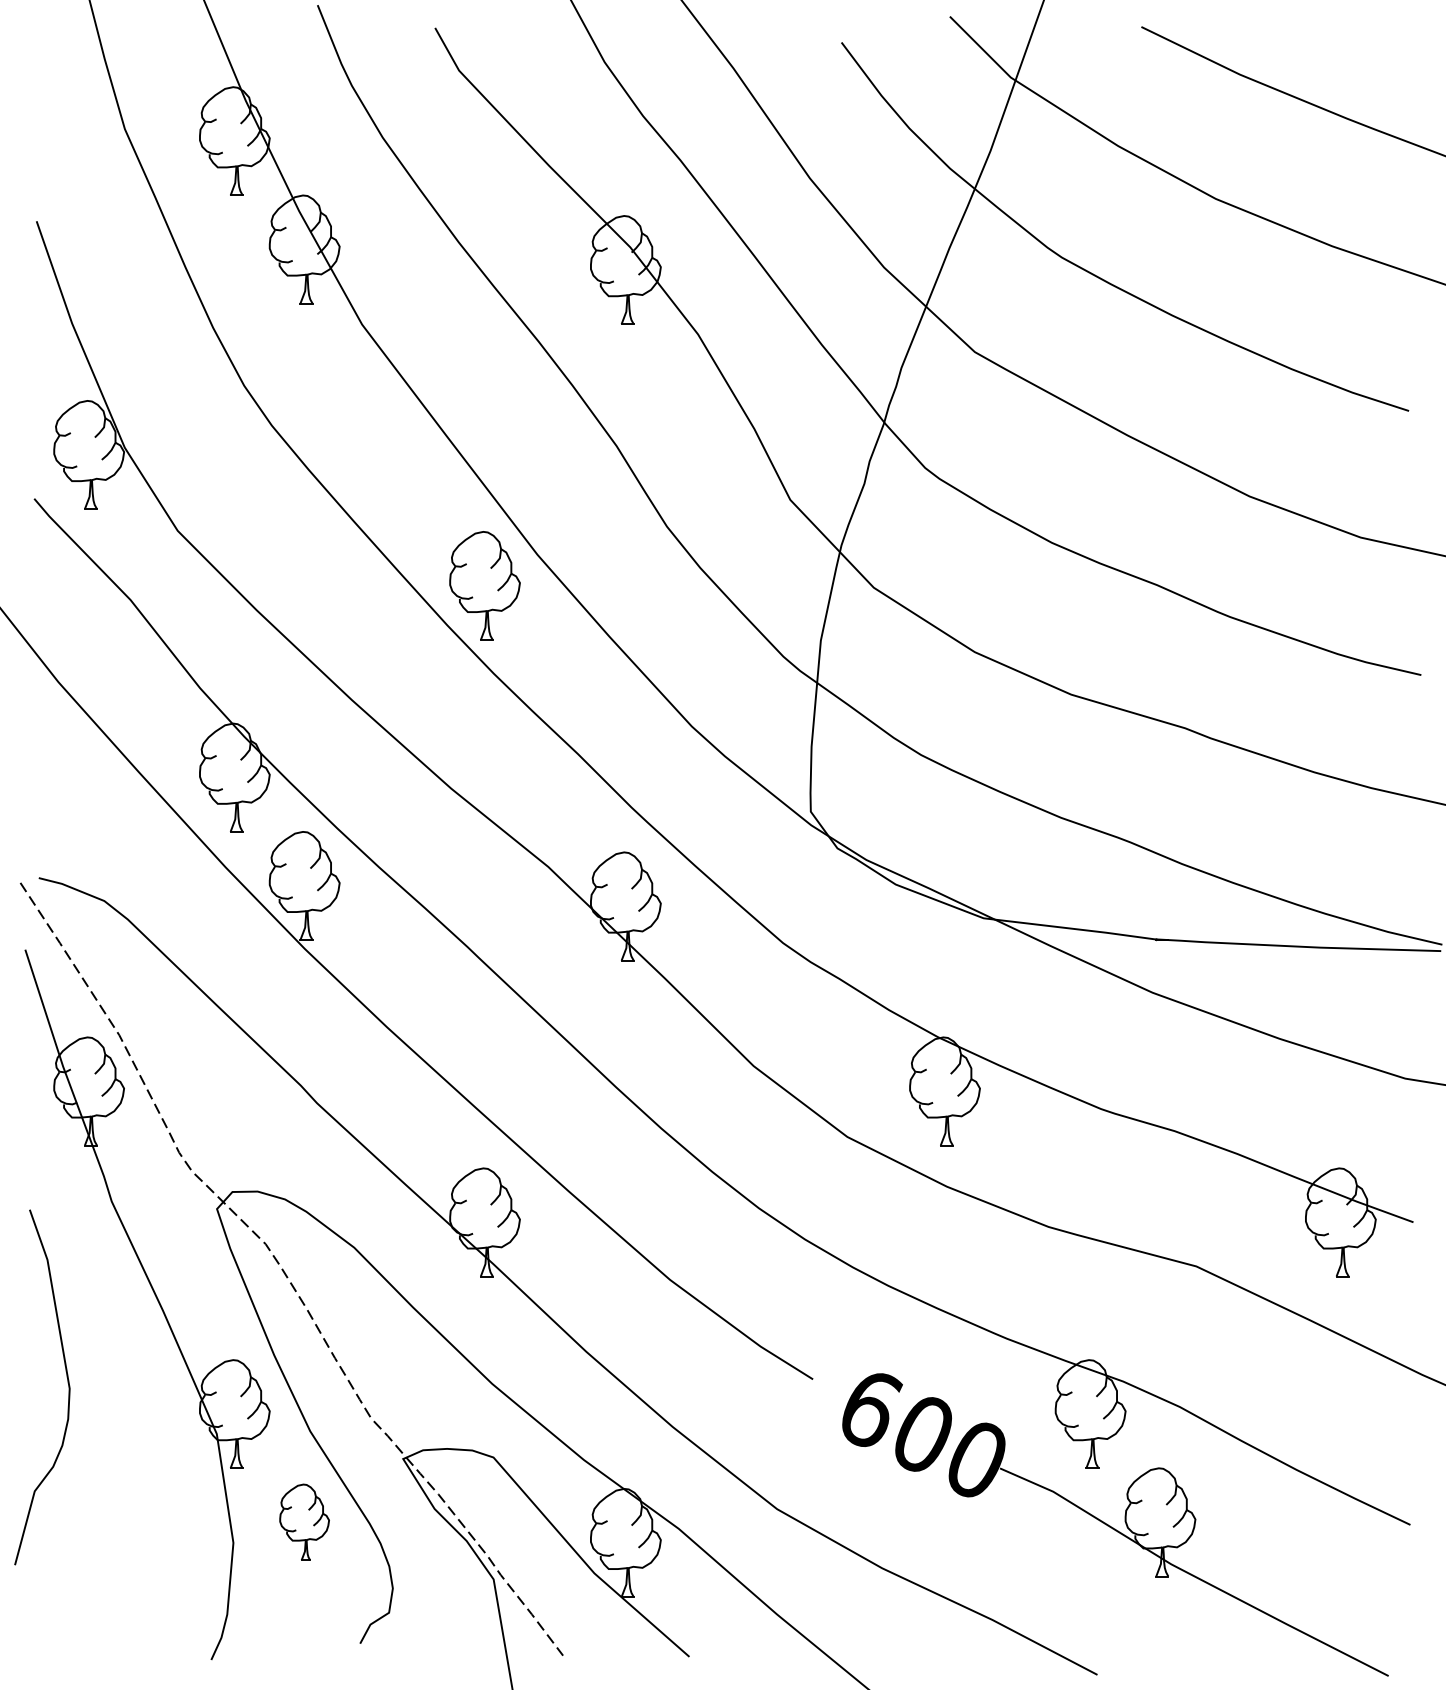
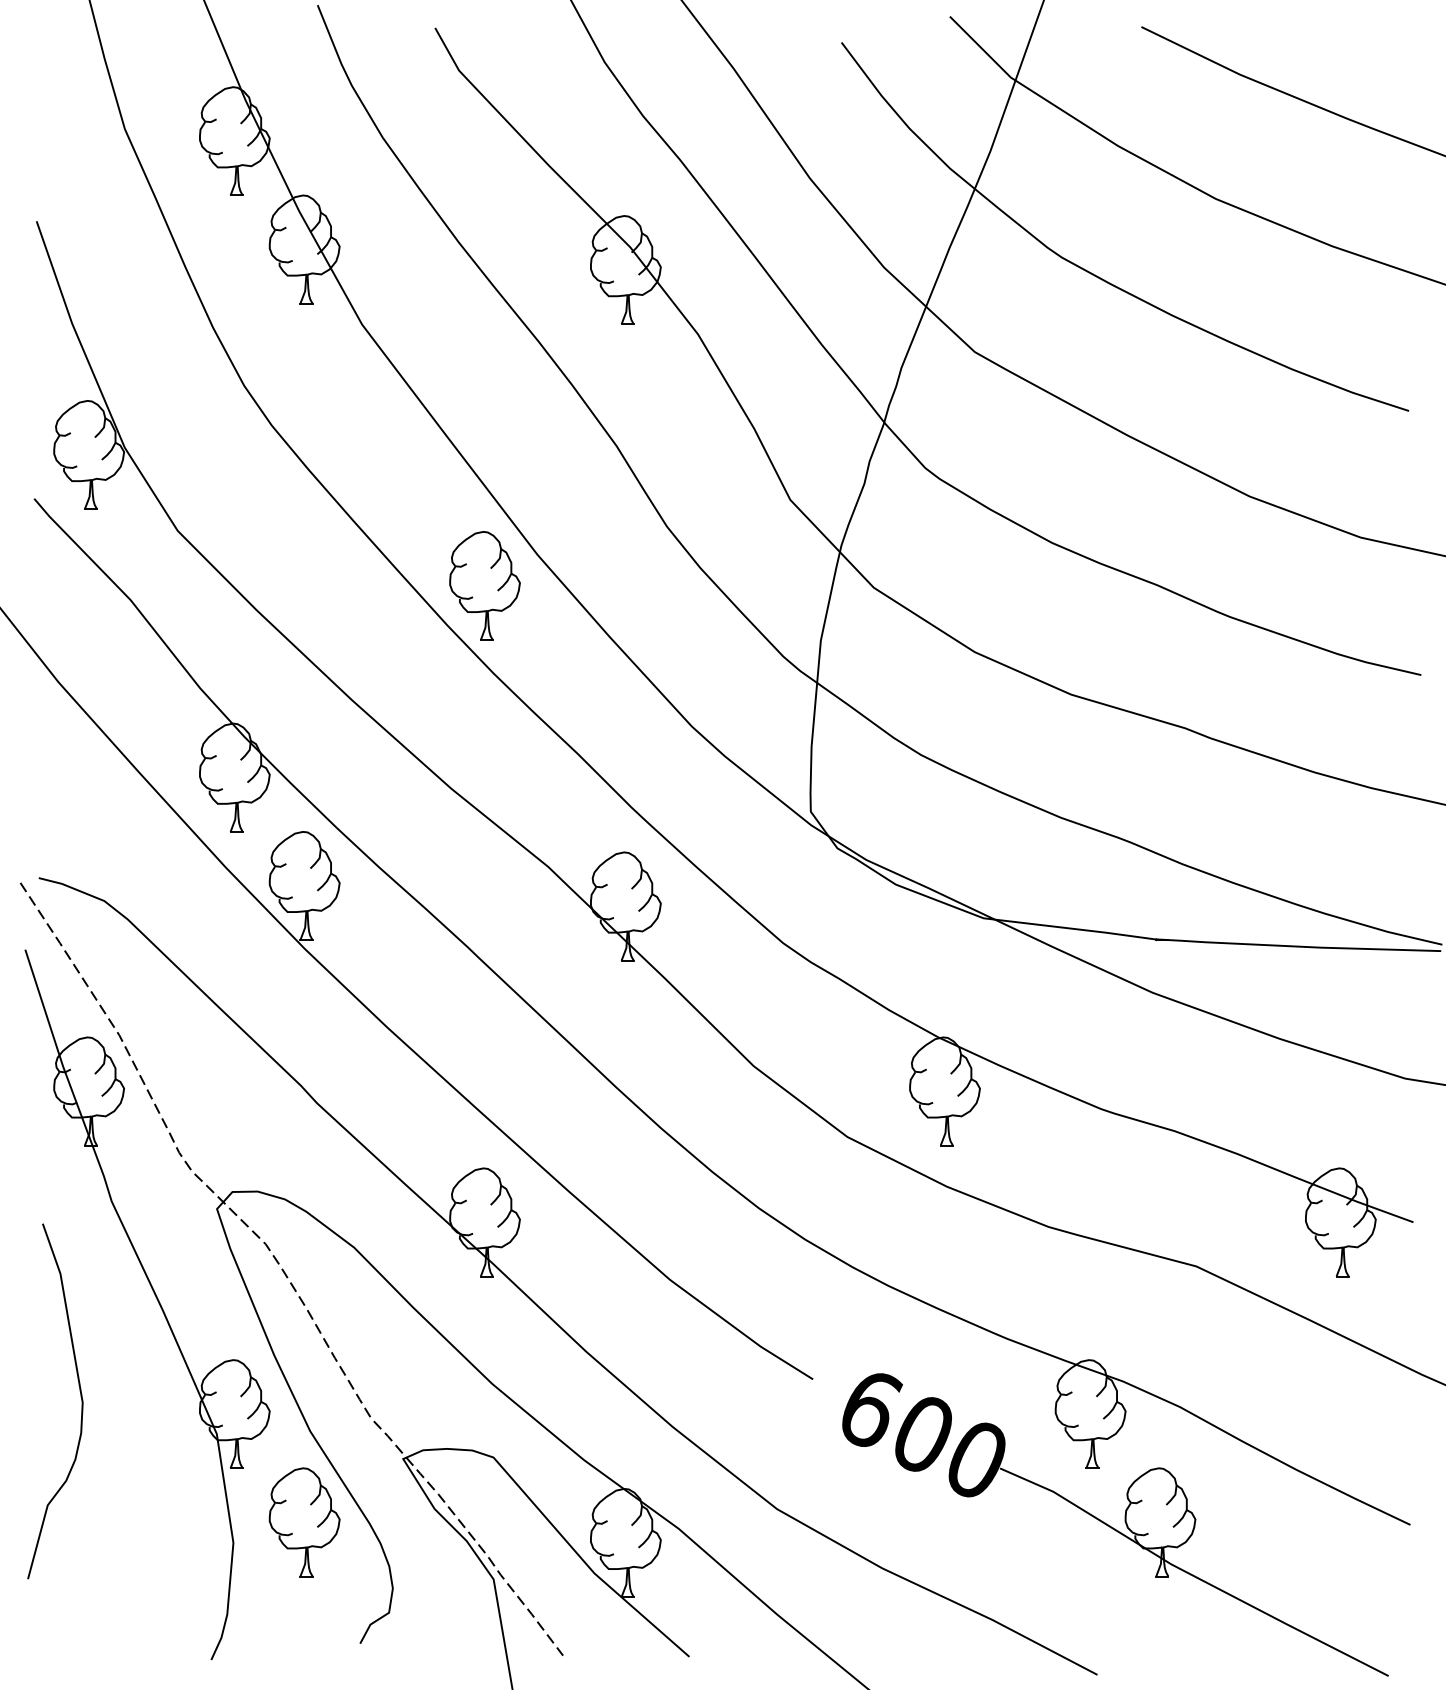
curve at (67, 1383) position: (67, 1383) -> (80, 1397)
part at (304, 1521) size: 51x78 px -> 73x111 px
